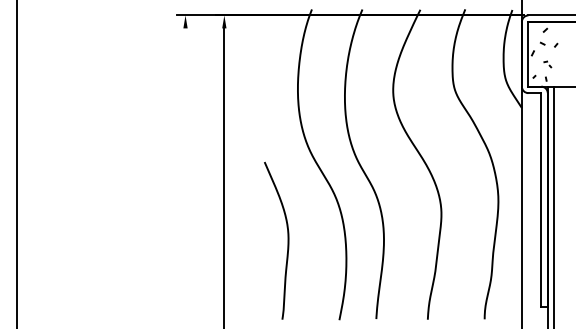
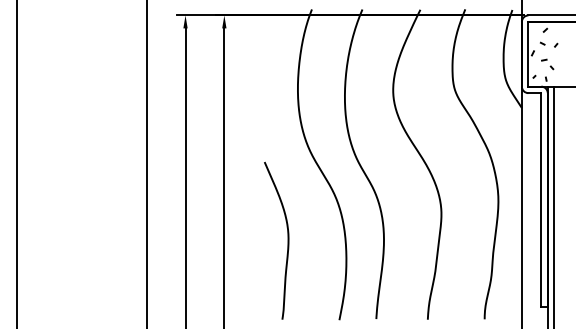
part at (547, 64) size: 10x9 px -> 14x13 px
line at (146, 163): none -> present
line at (185, 176): none -> present
